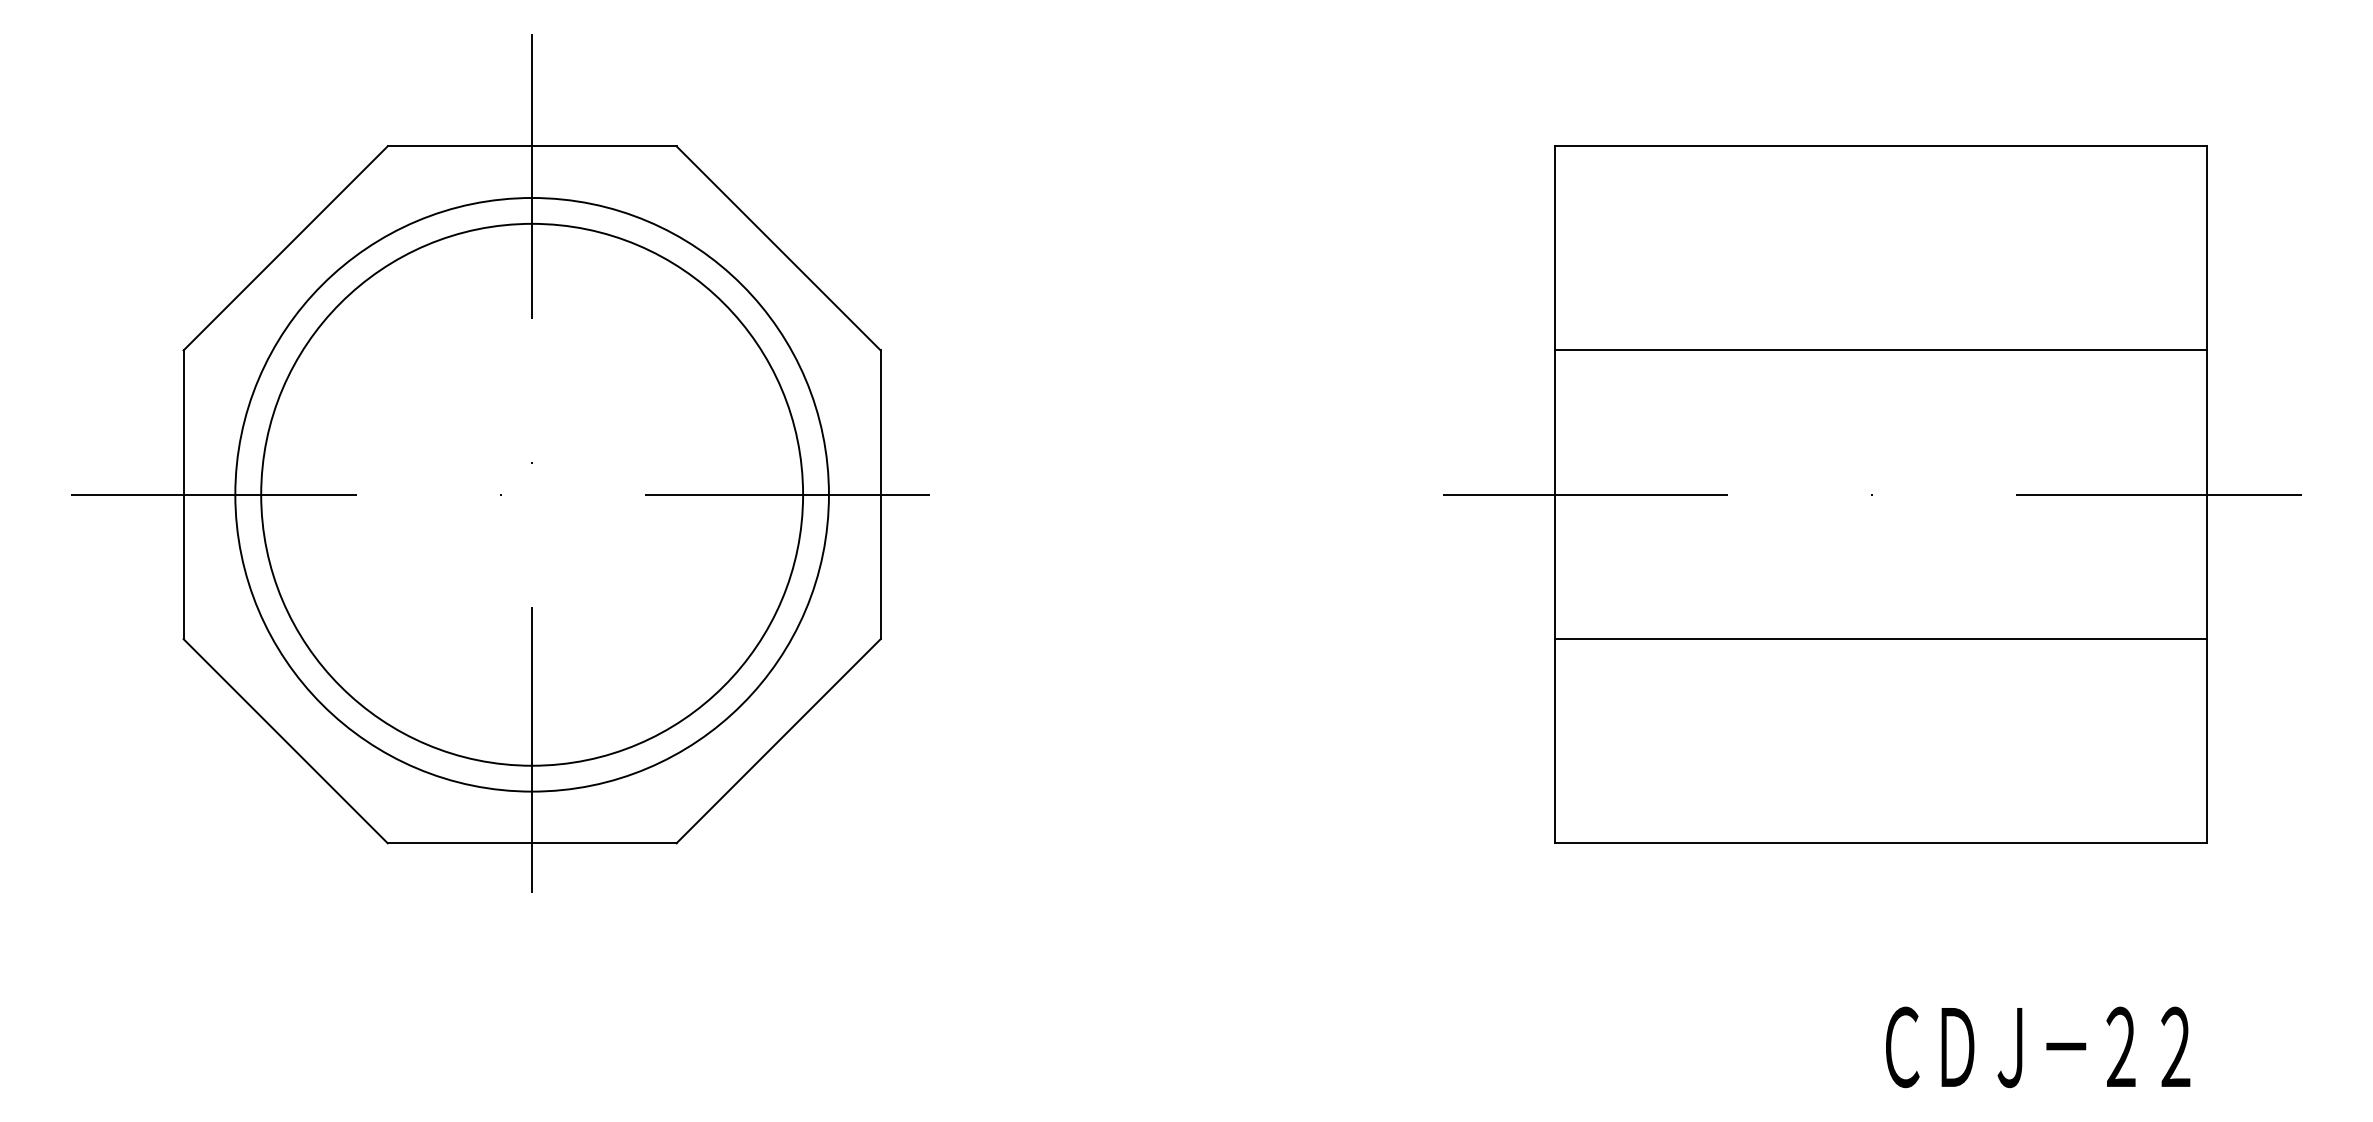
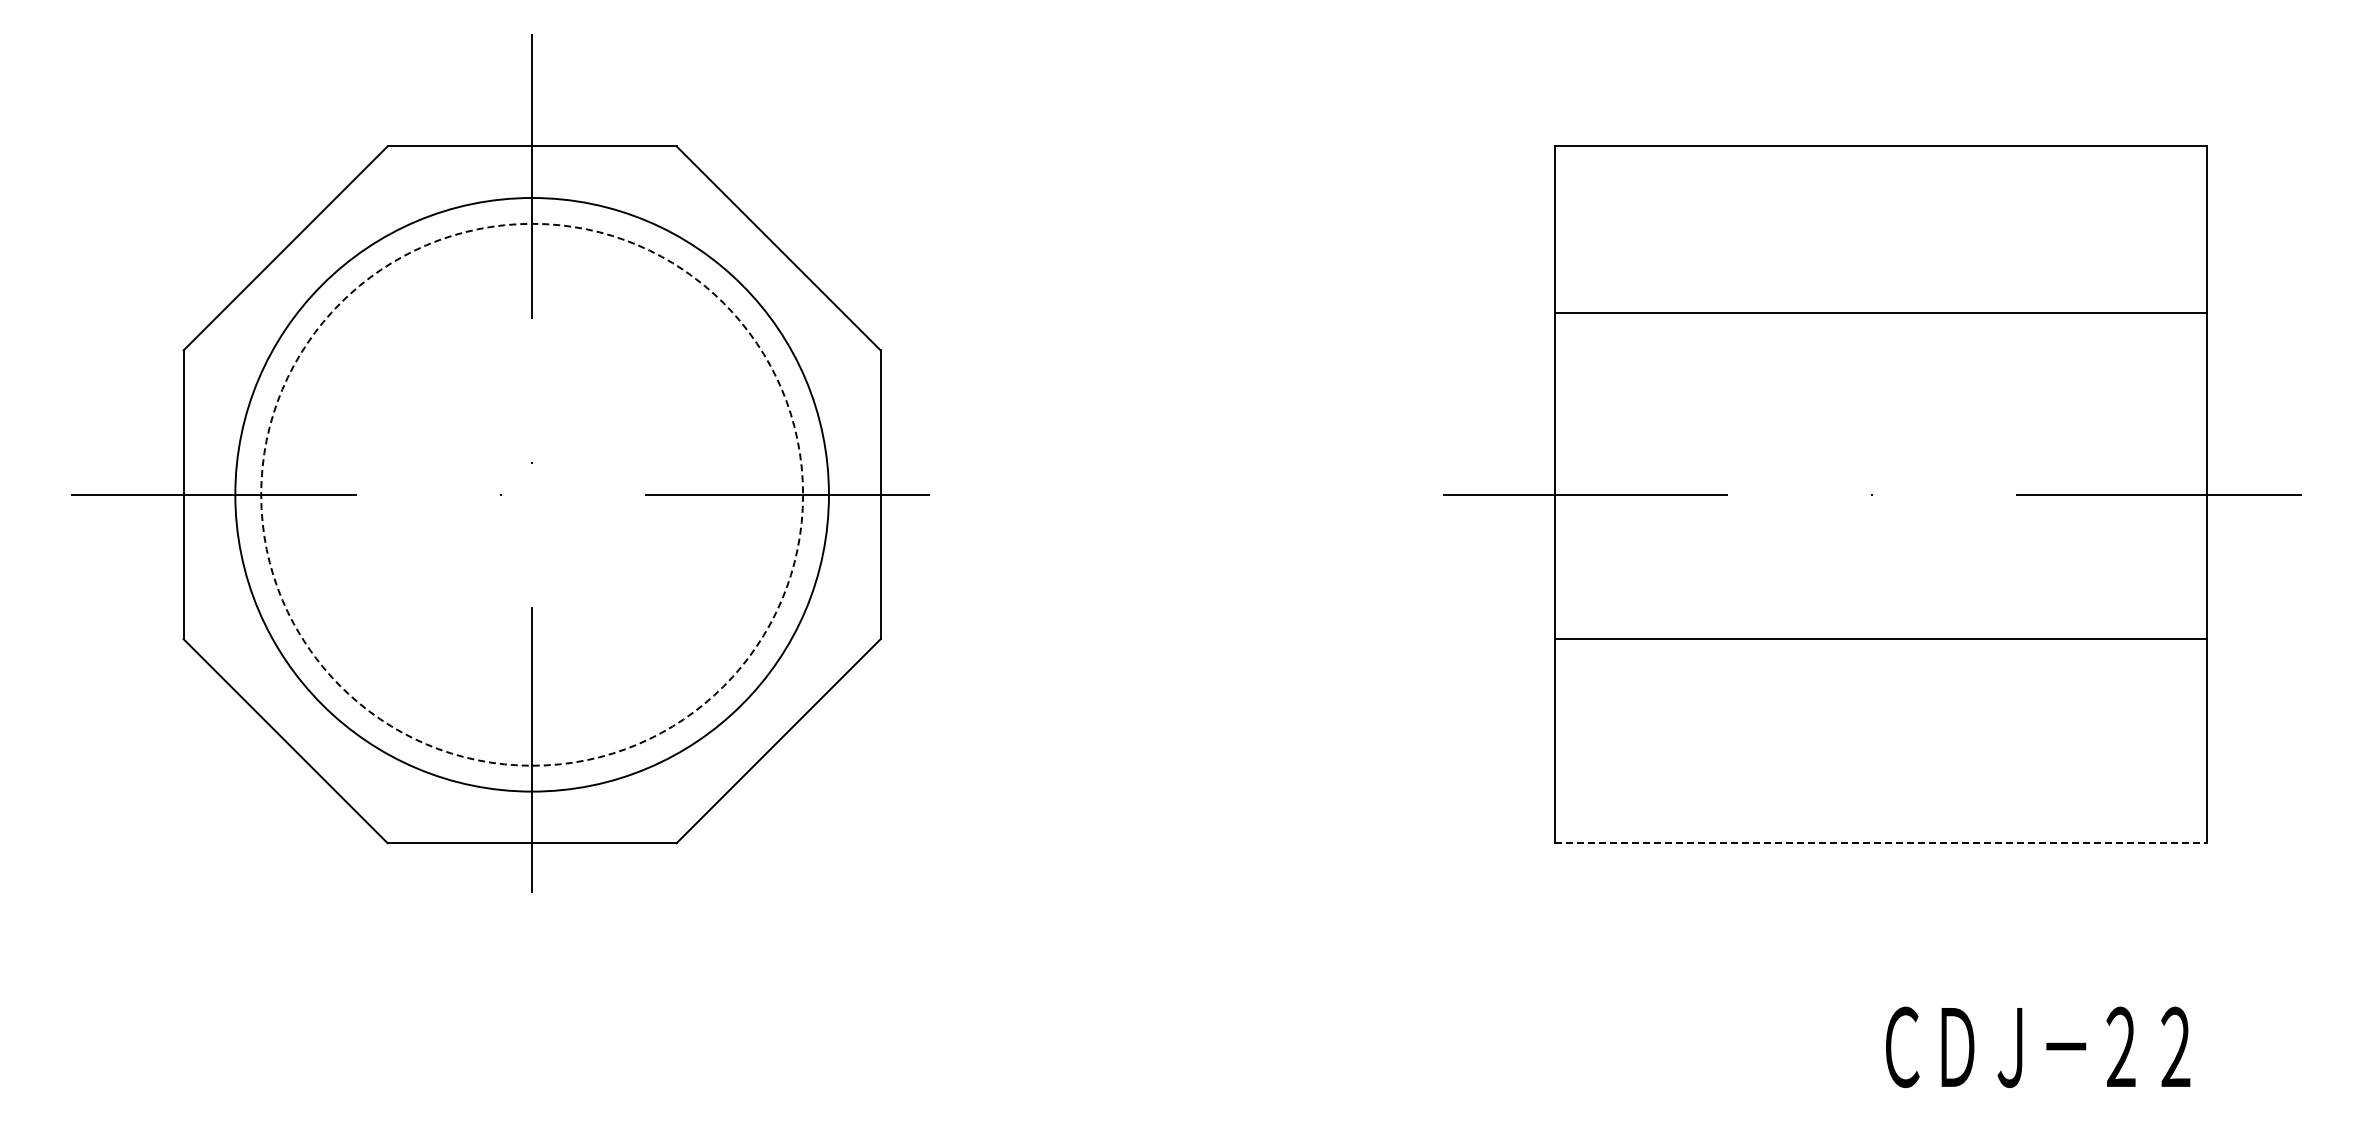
line at (1881, 350) position: (1881, 350) -> (1881, 313)
circle at (532, 494): solid -> dashed
line at (1881, 843): solid -> dashed
